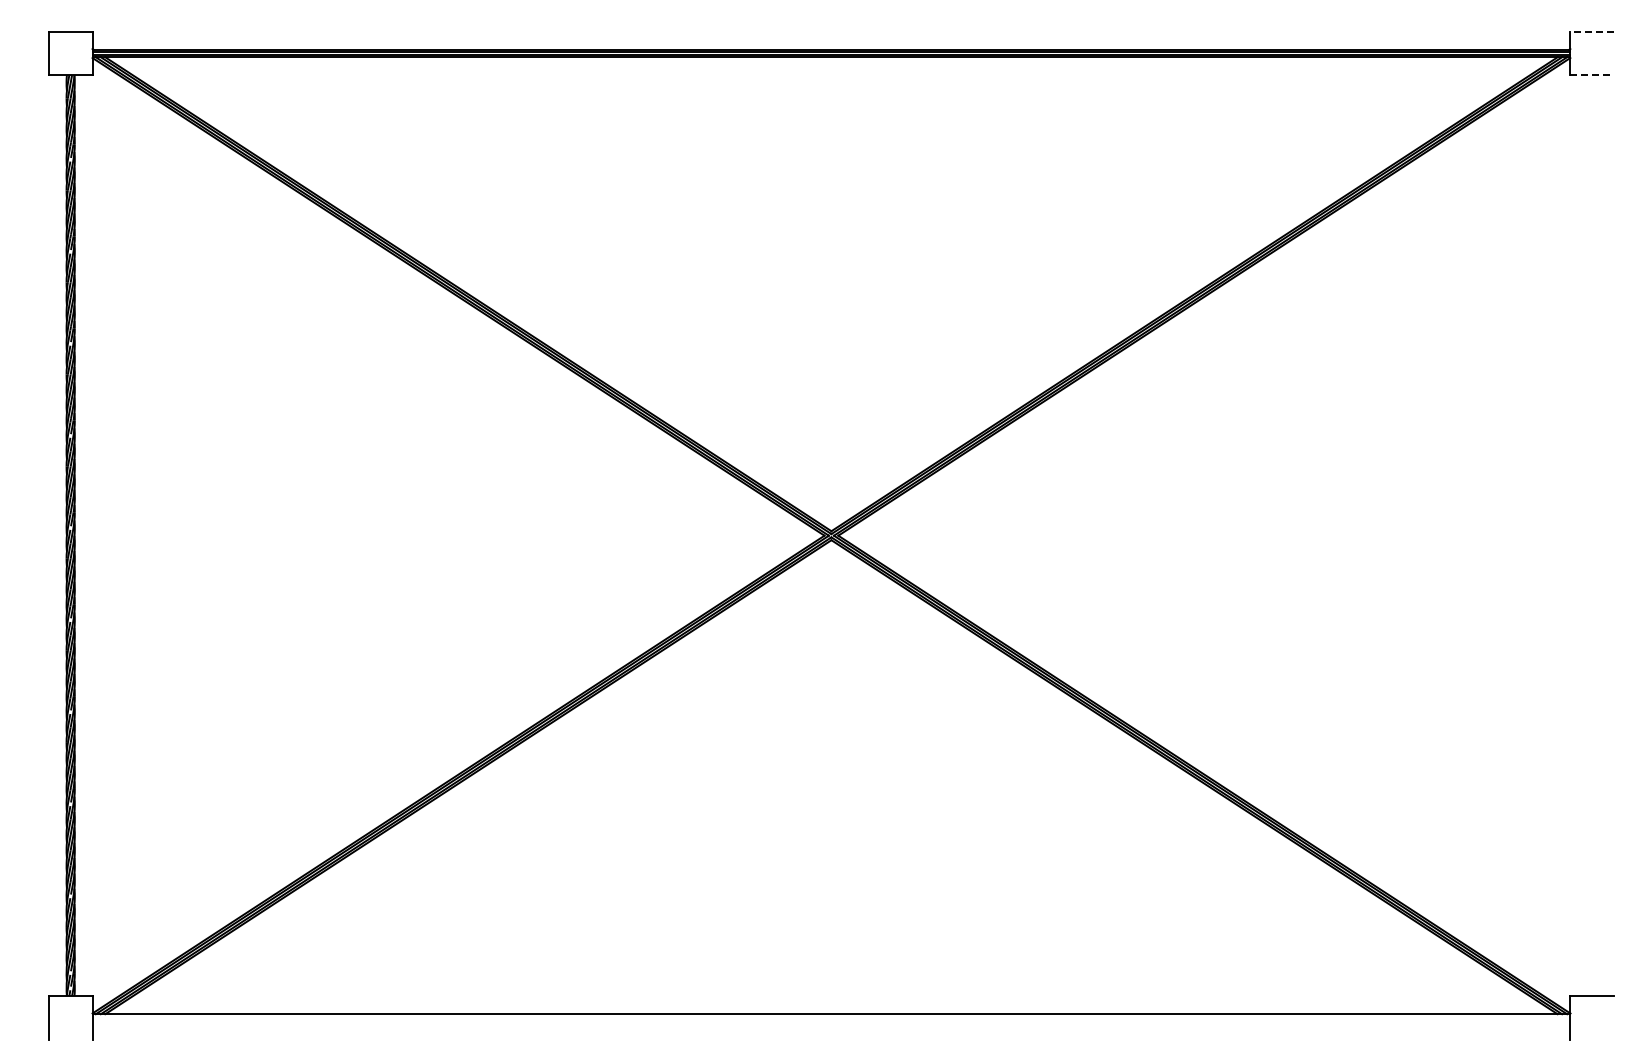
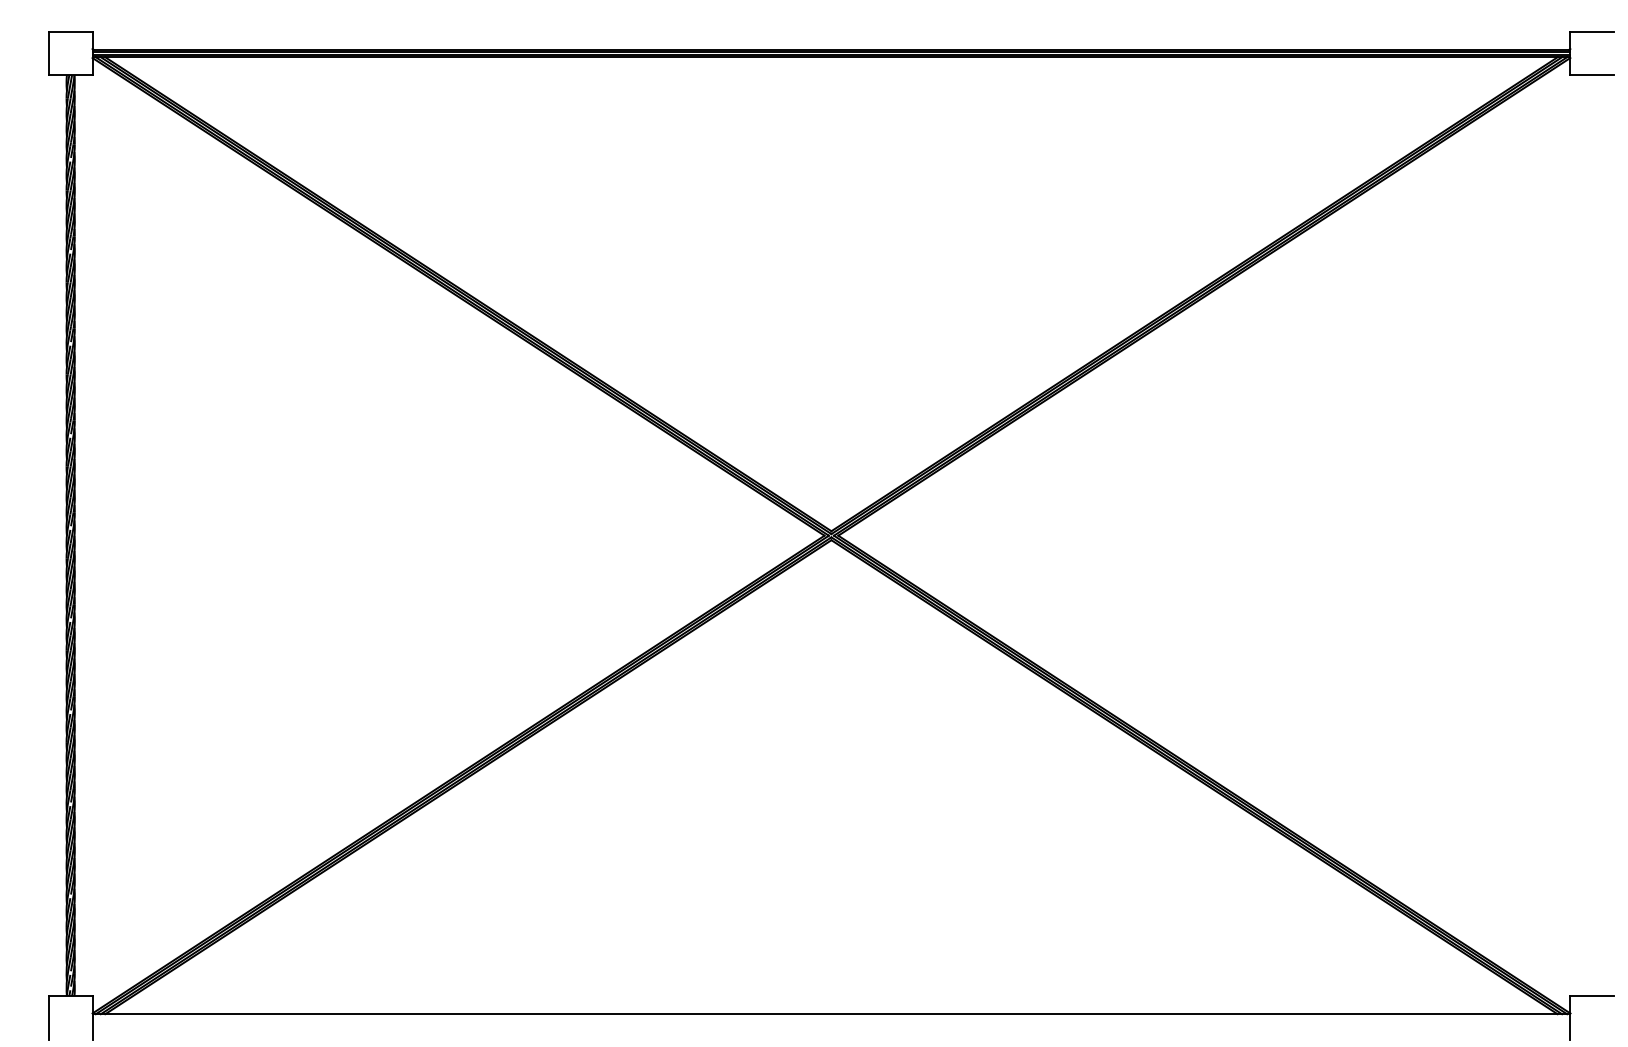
line at (1592, 31): dashed -> solid
line at (1592, 75): dashed -> solid
